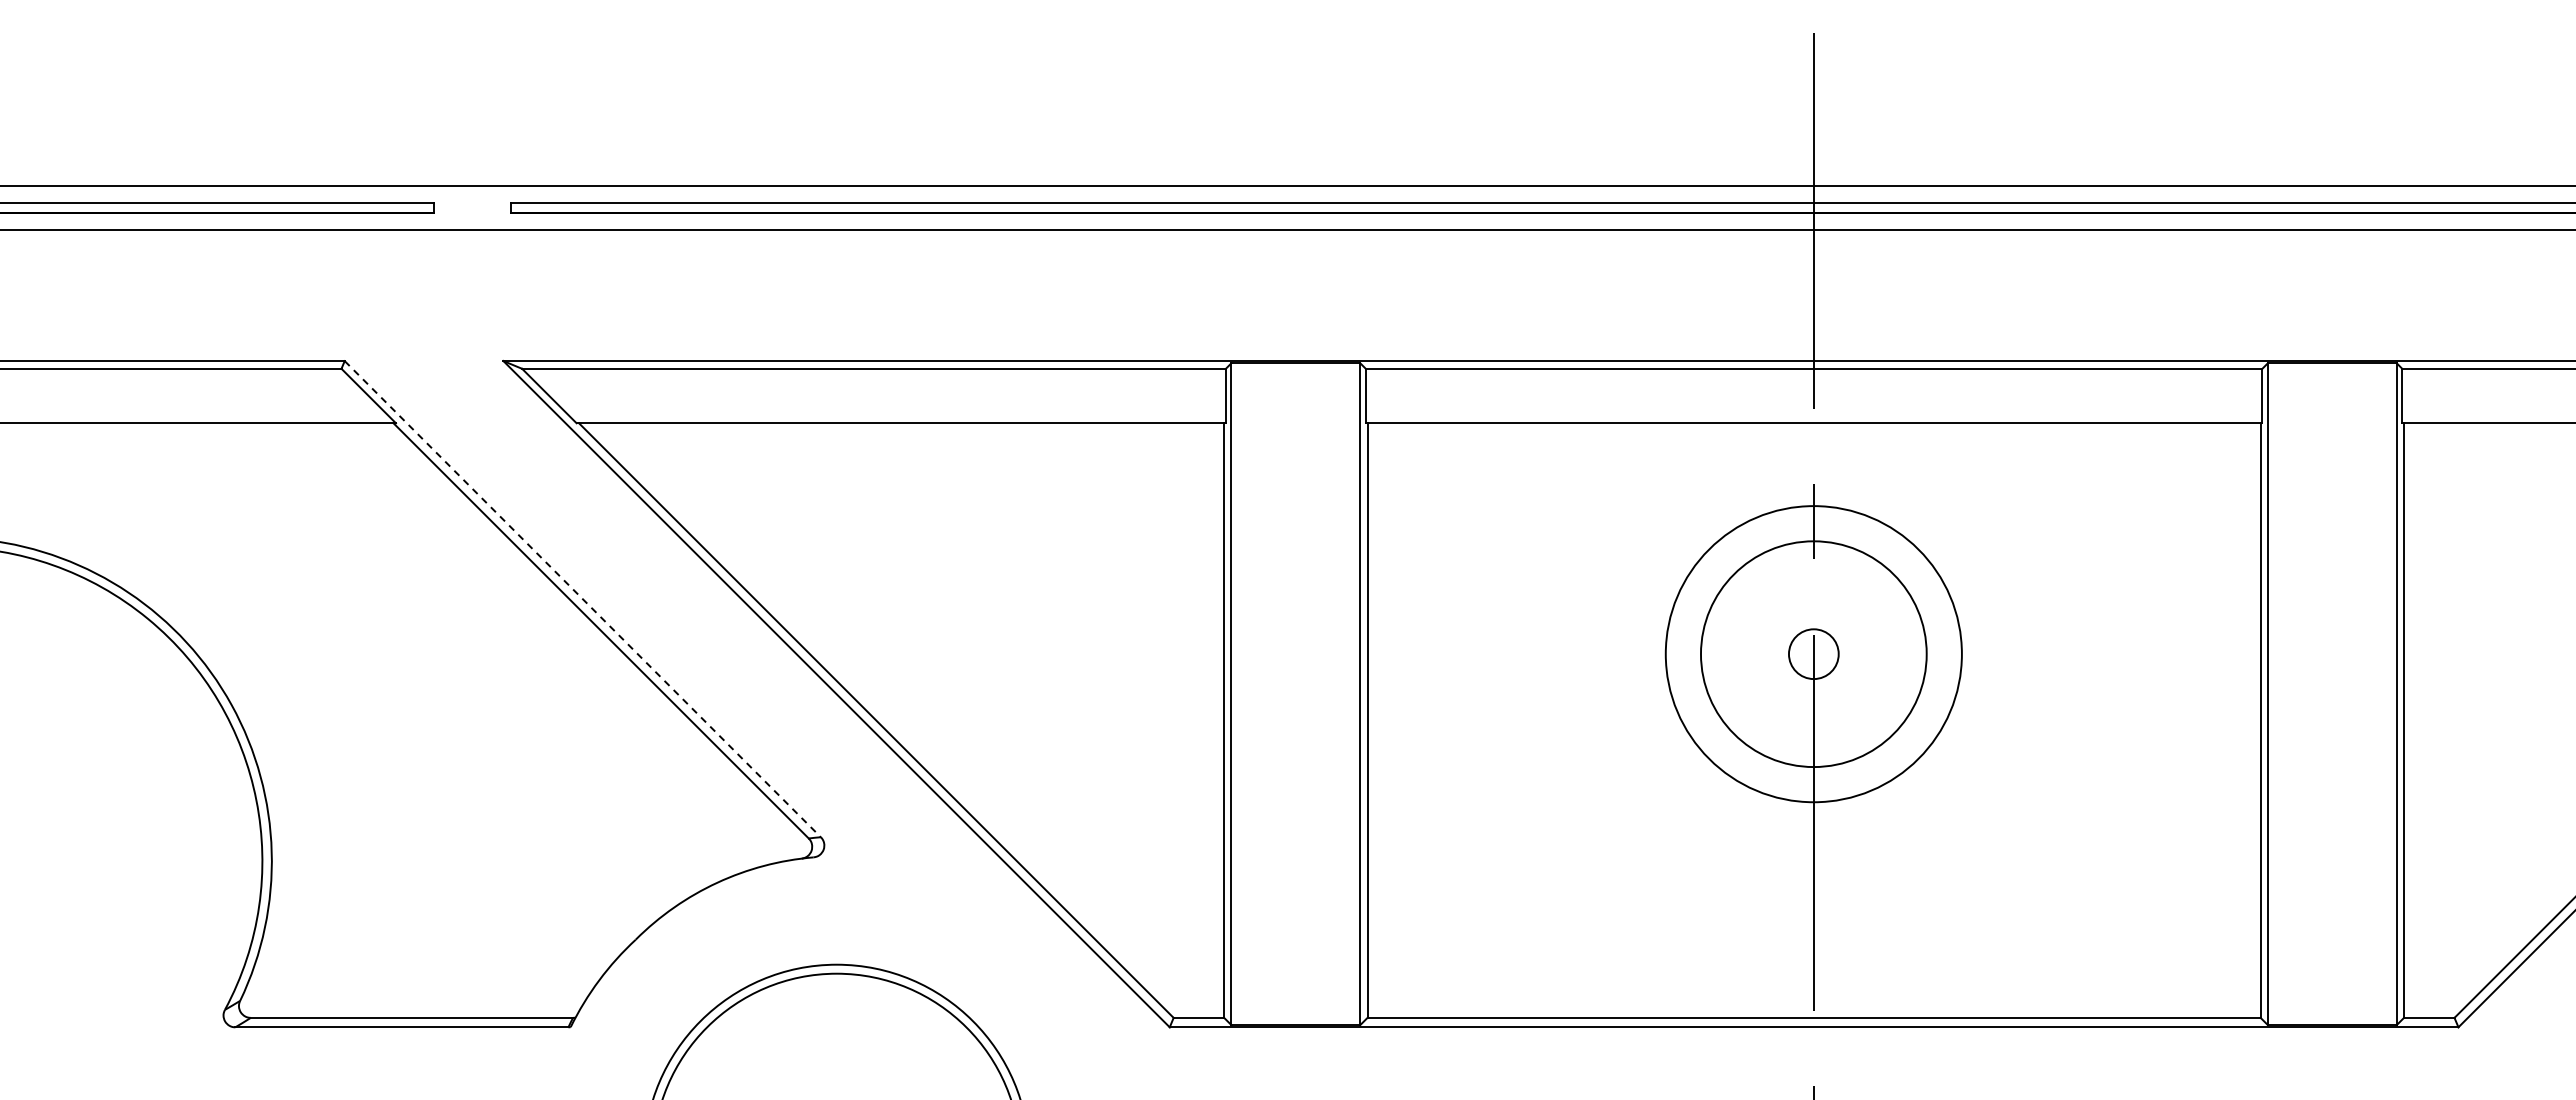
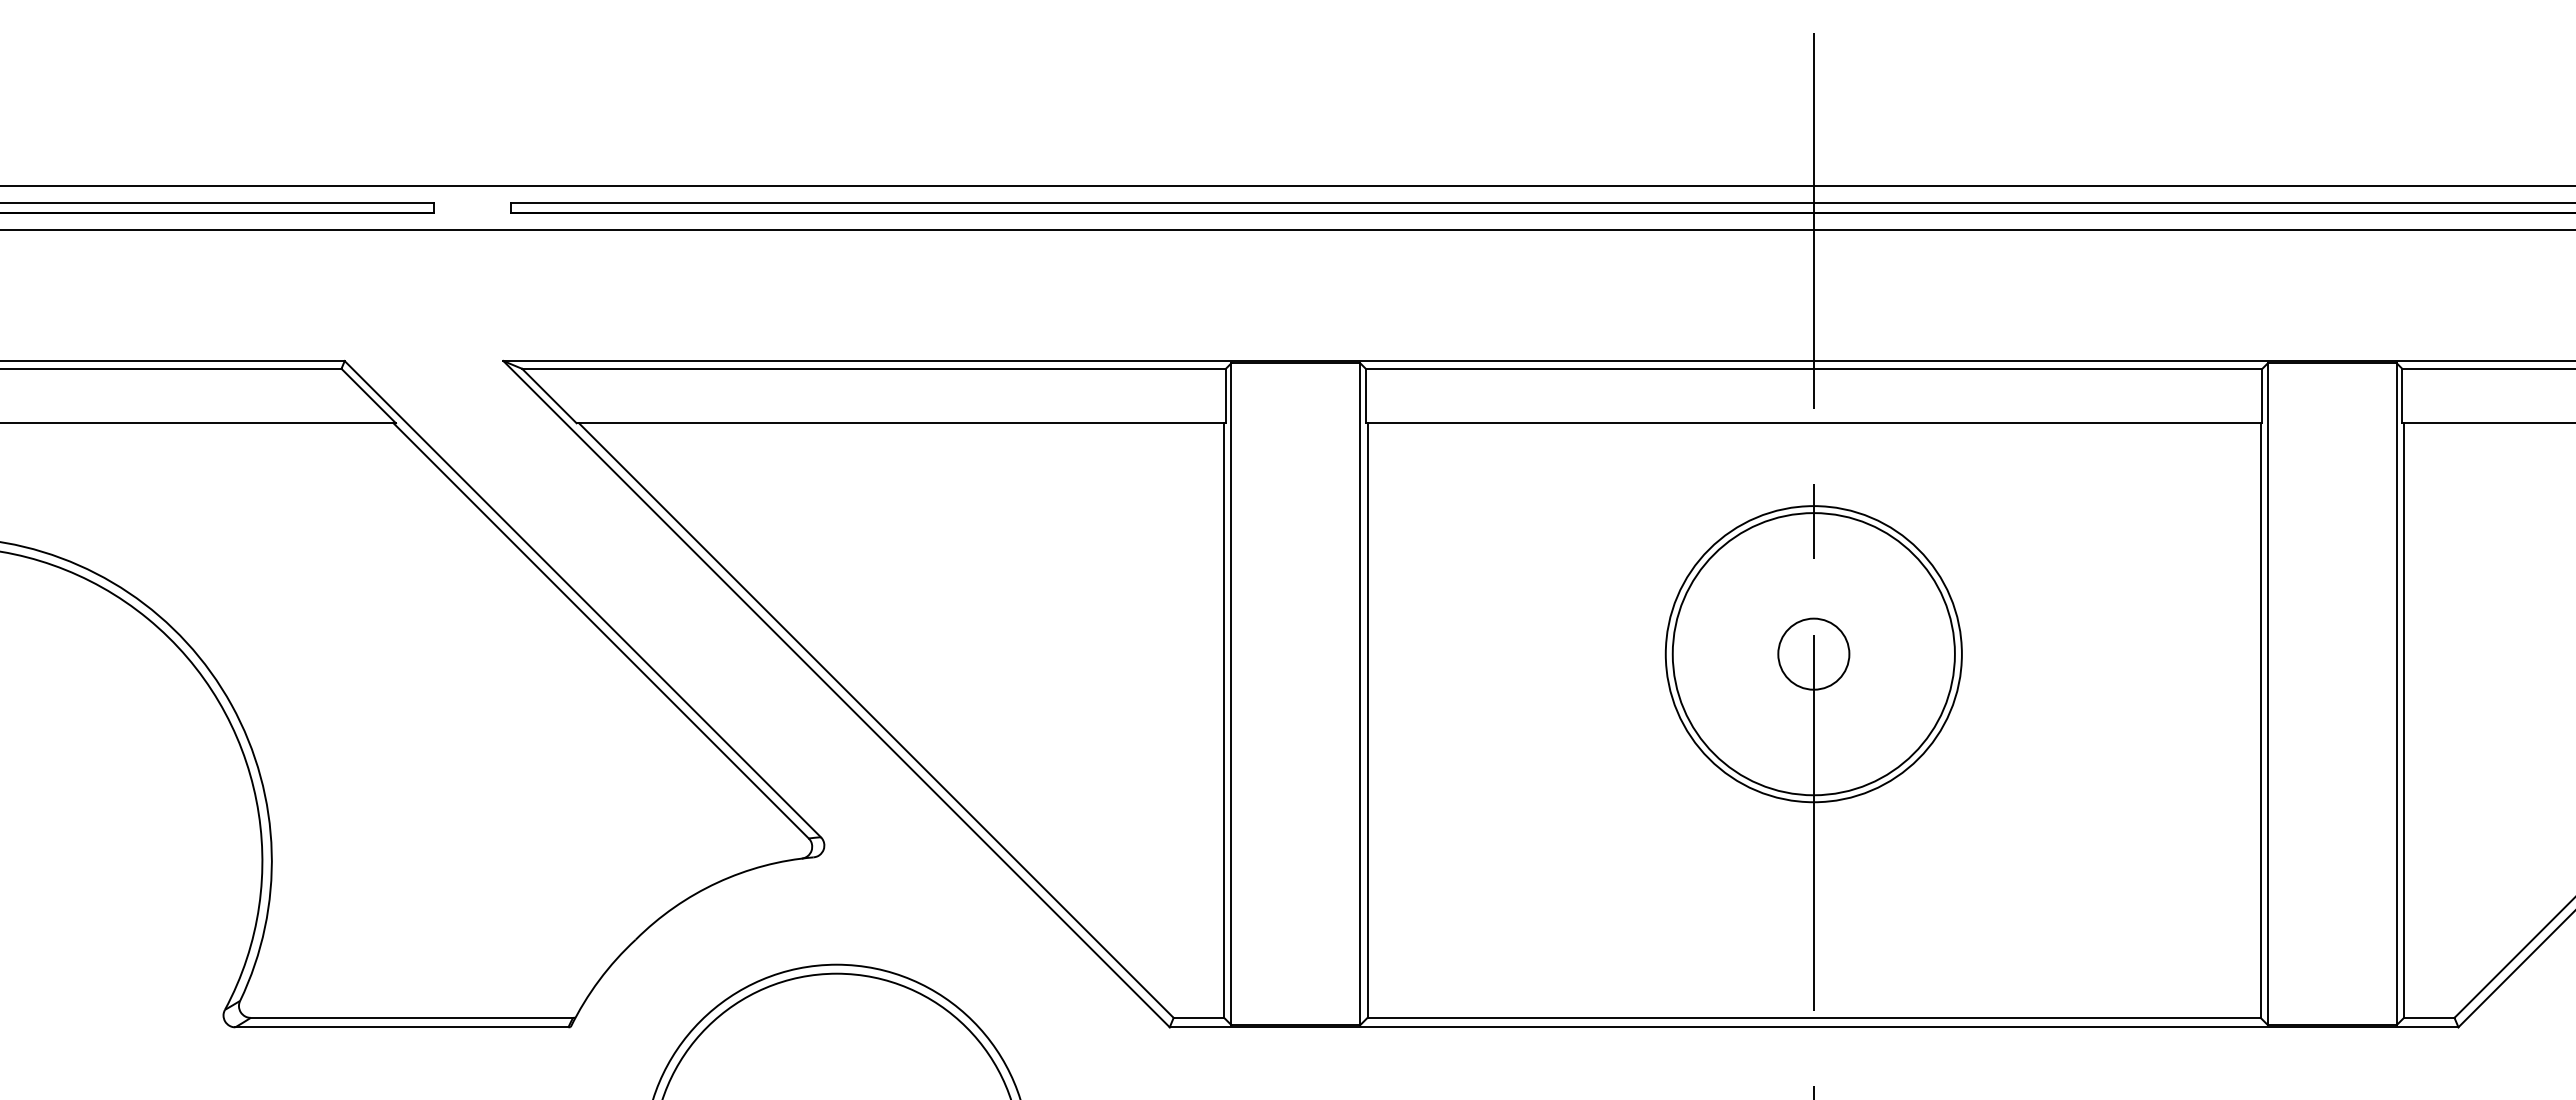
line at (582, 599): dashed -> solid
circle at (1813, 654) diameter: 226 px -> 282 px
circle at (1813, 654) diameter: 50 px -> 71 px
